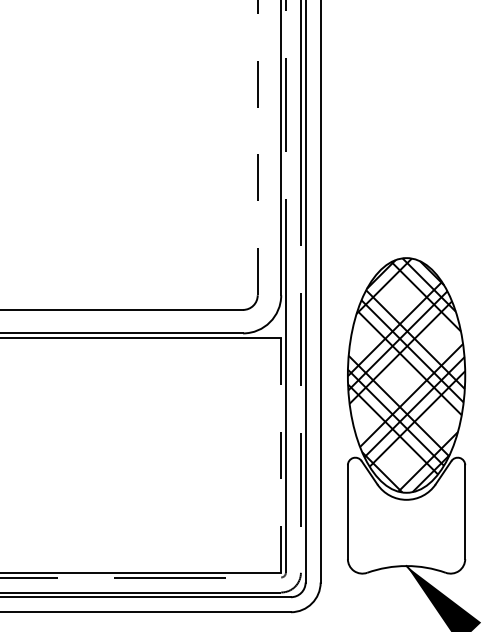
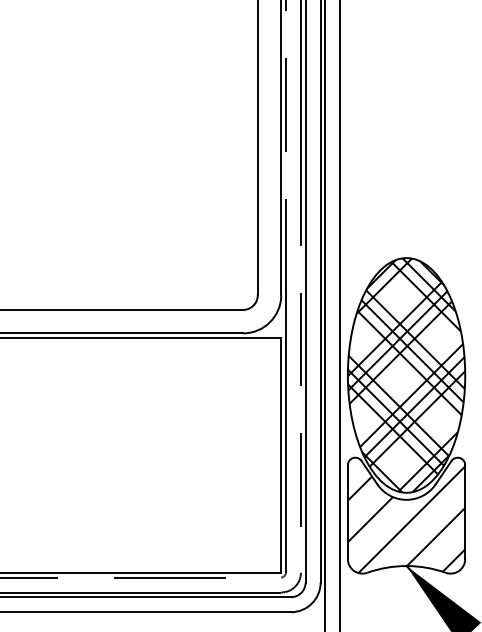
line at (257, 147): dashed -> solid
line at (325, 315): none -> present
line at (340, 315): none -> present
line at (281, 455): dashed -> solid
hatch at (406, 519): none -> present
